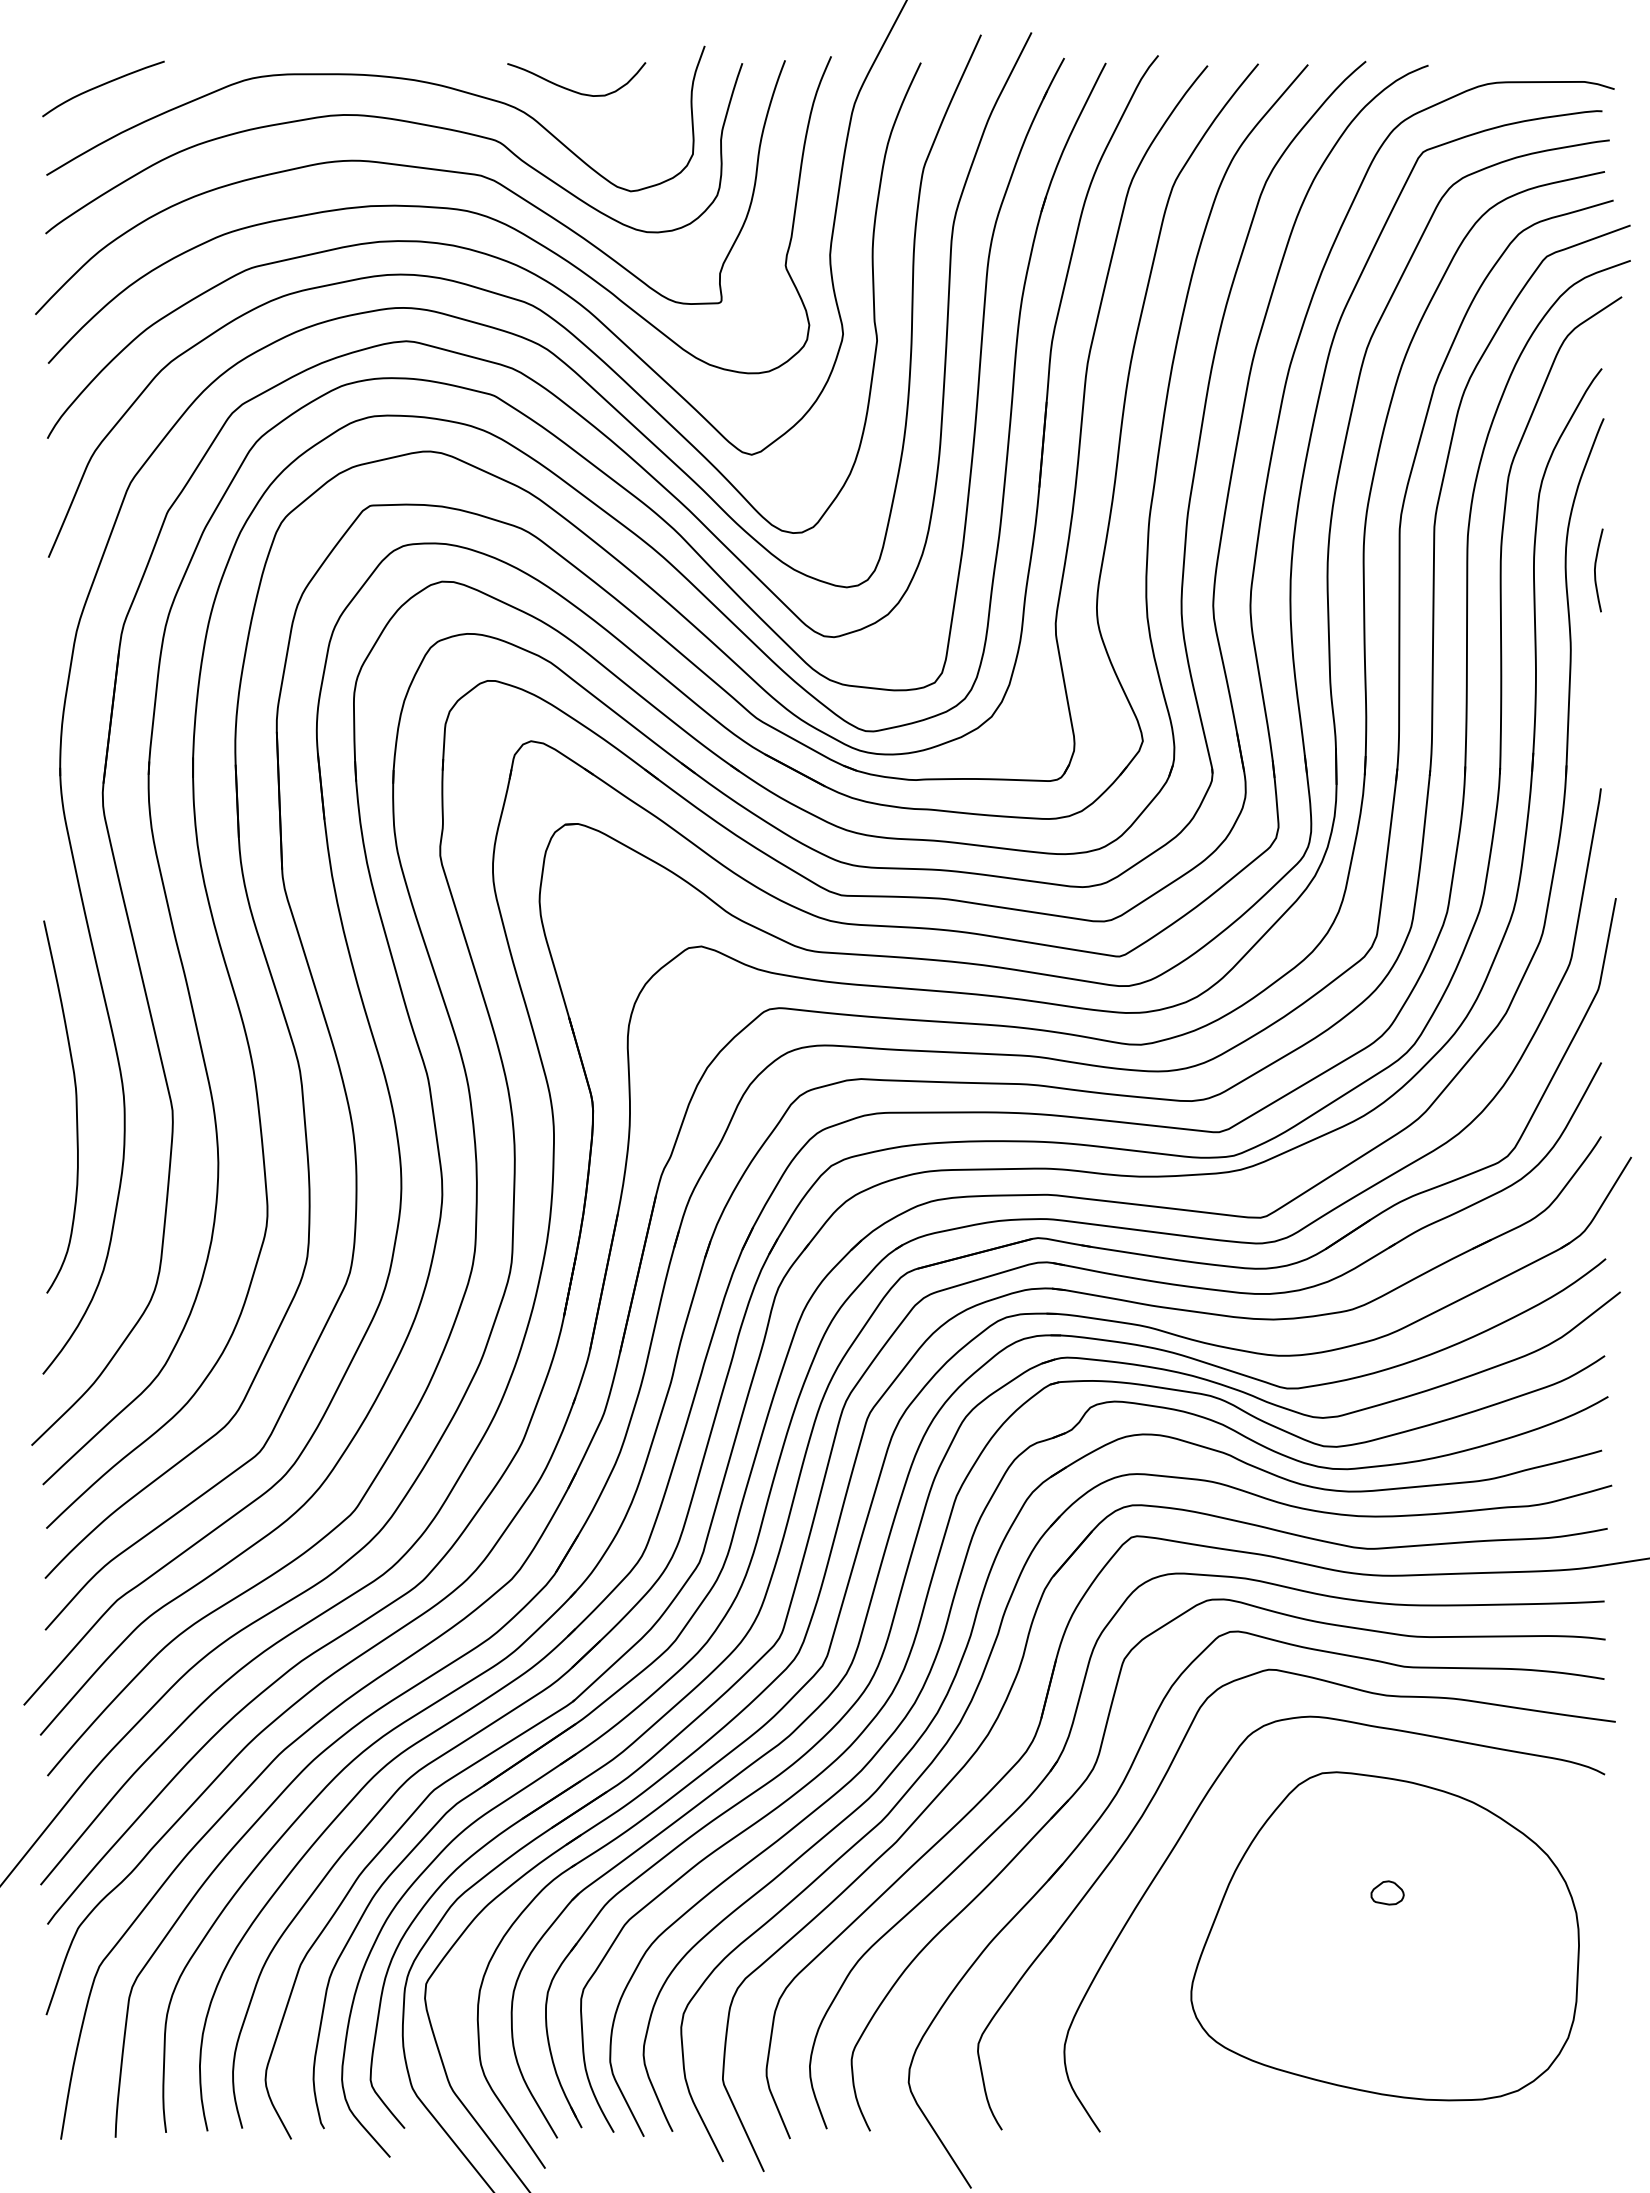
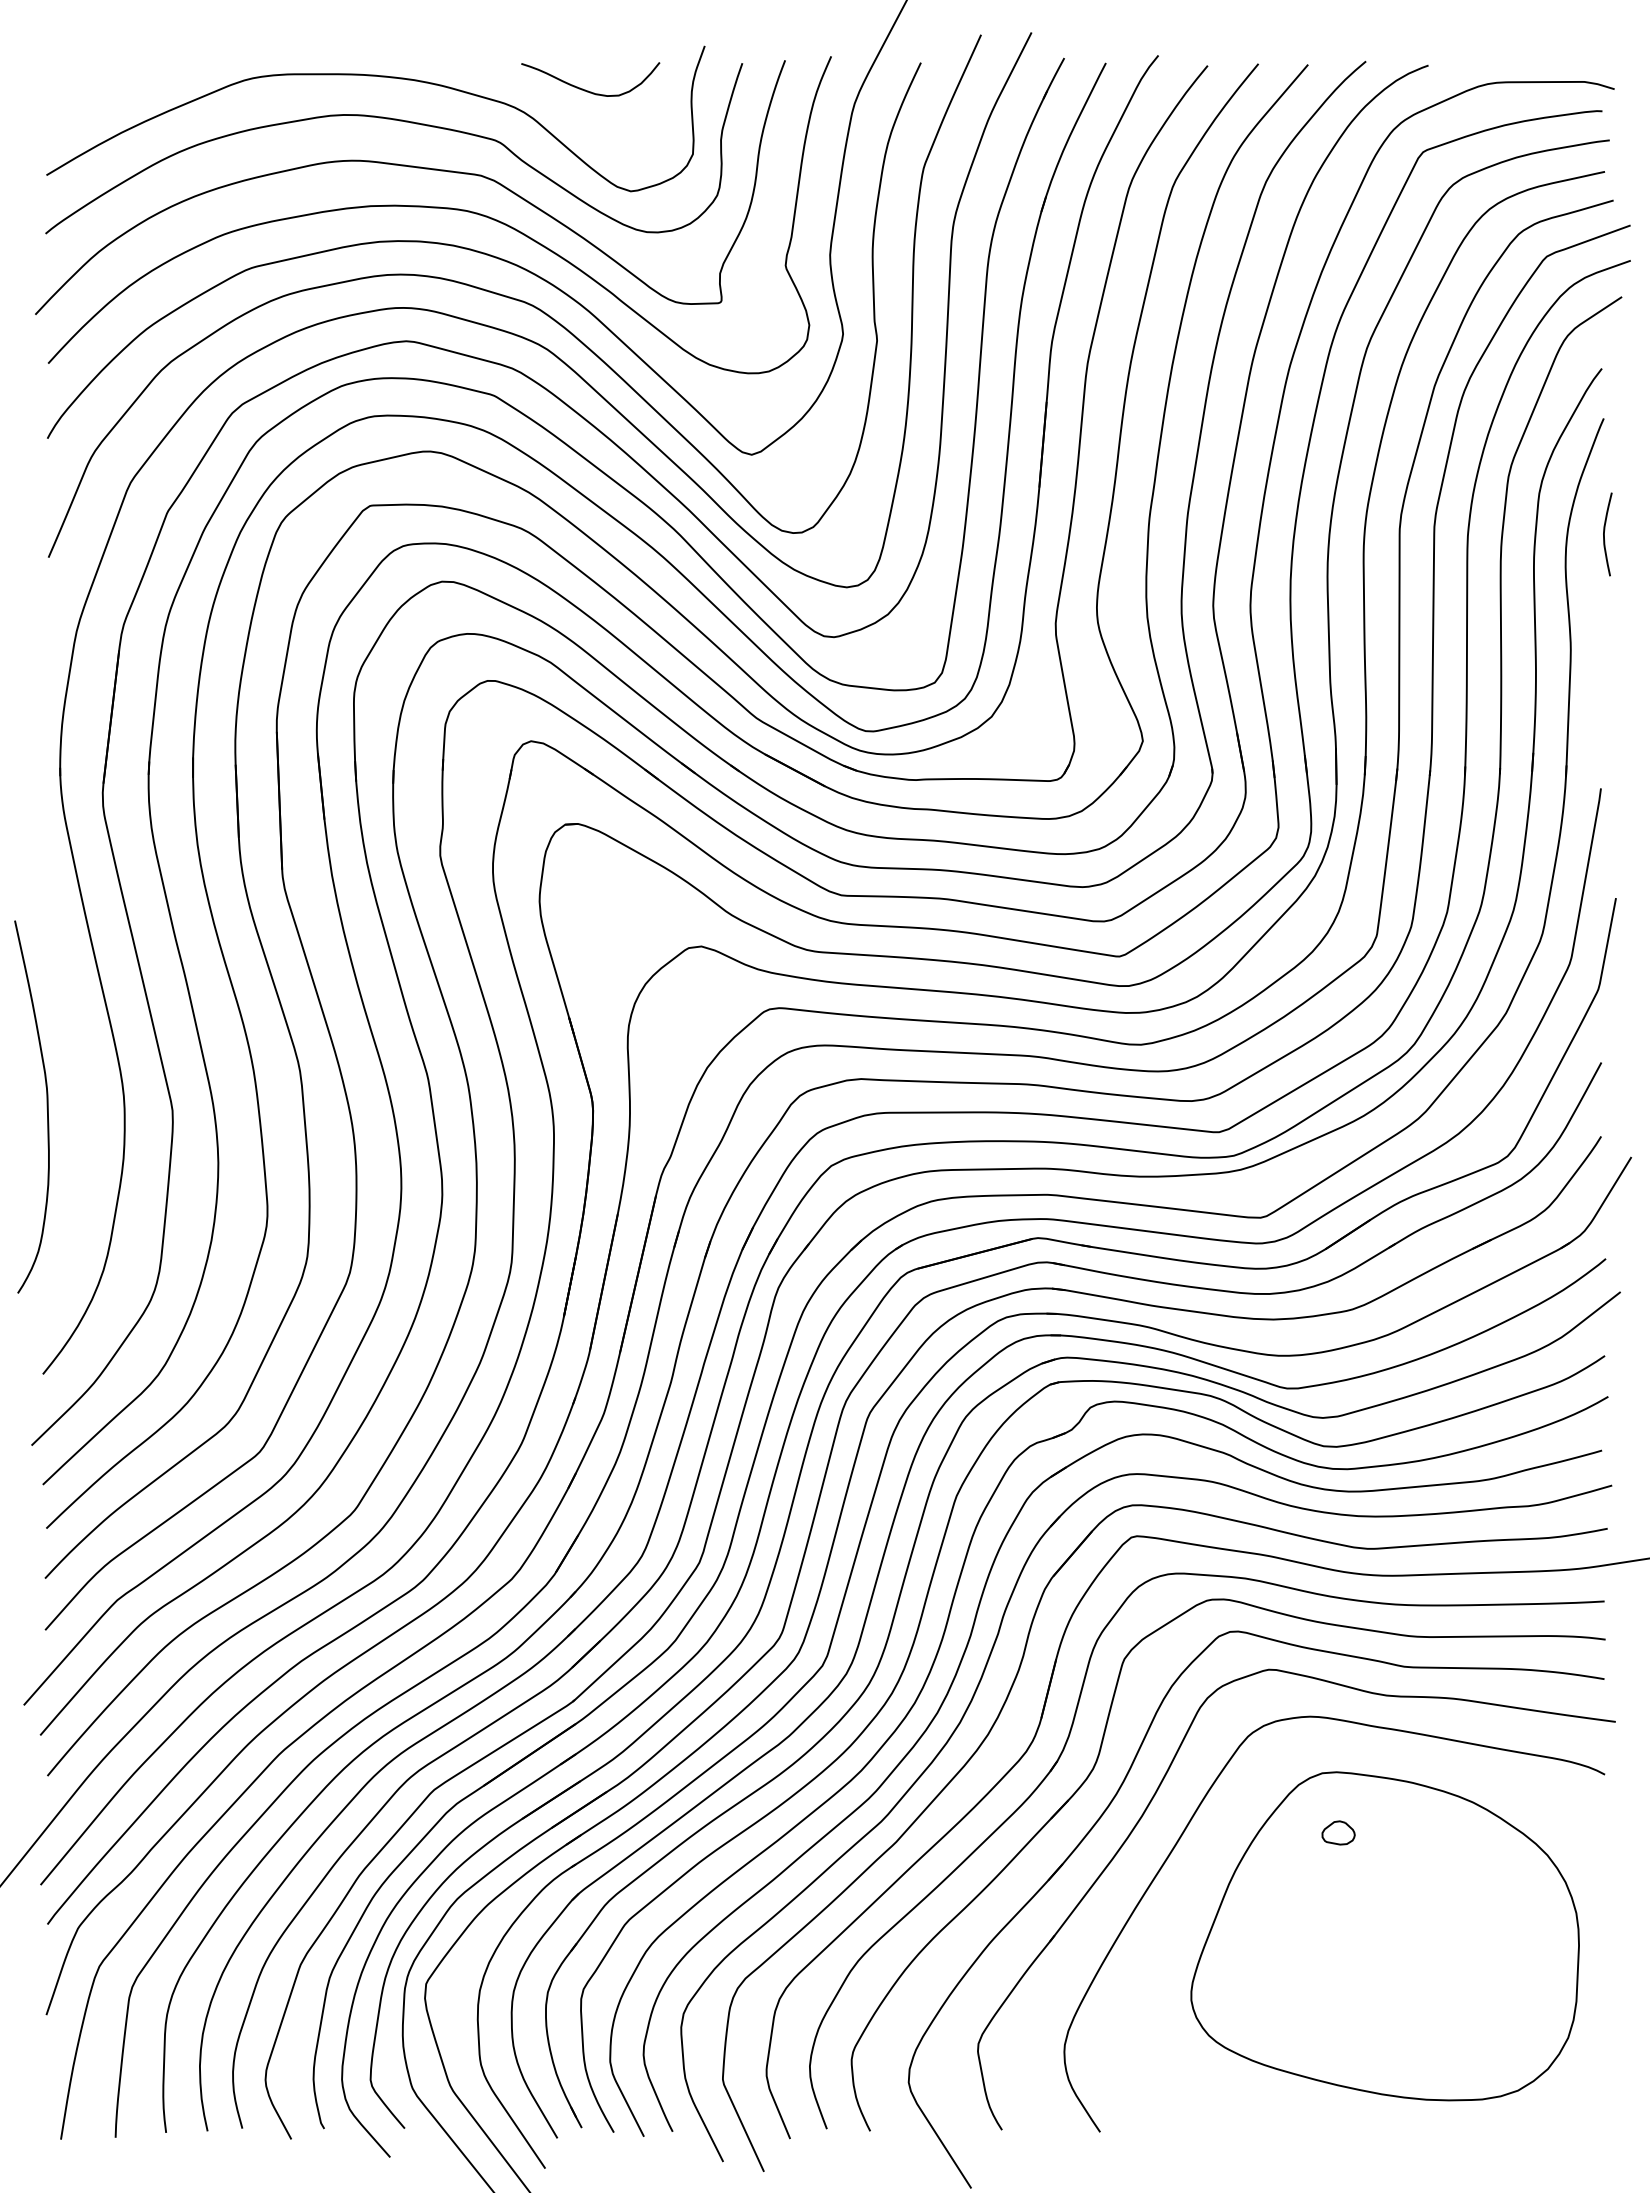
curve at (101, 86): present -> none
curve at (571, 89) position: (571, 89) -> (585, 89)
curve at (1595, 570) position: (1595, 570) -> (1604, 534)
curve at (75, 1106) position: (75, 1106) -> (46, 1106)
part at (1387, 1892) position: (1387, 1892) -> (1338, 1832)
